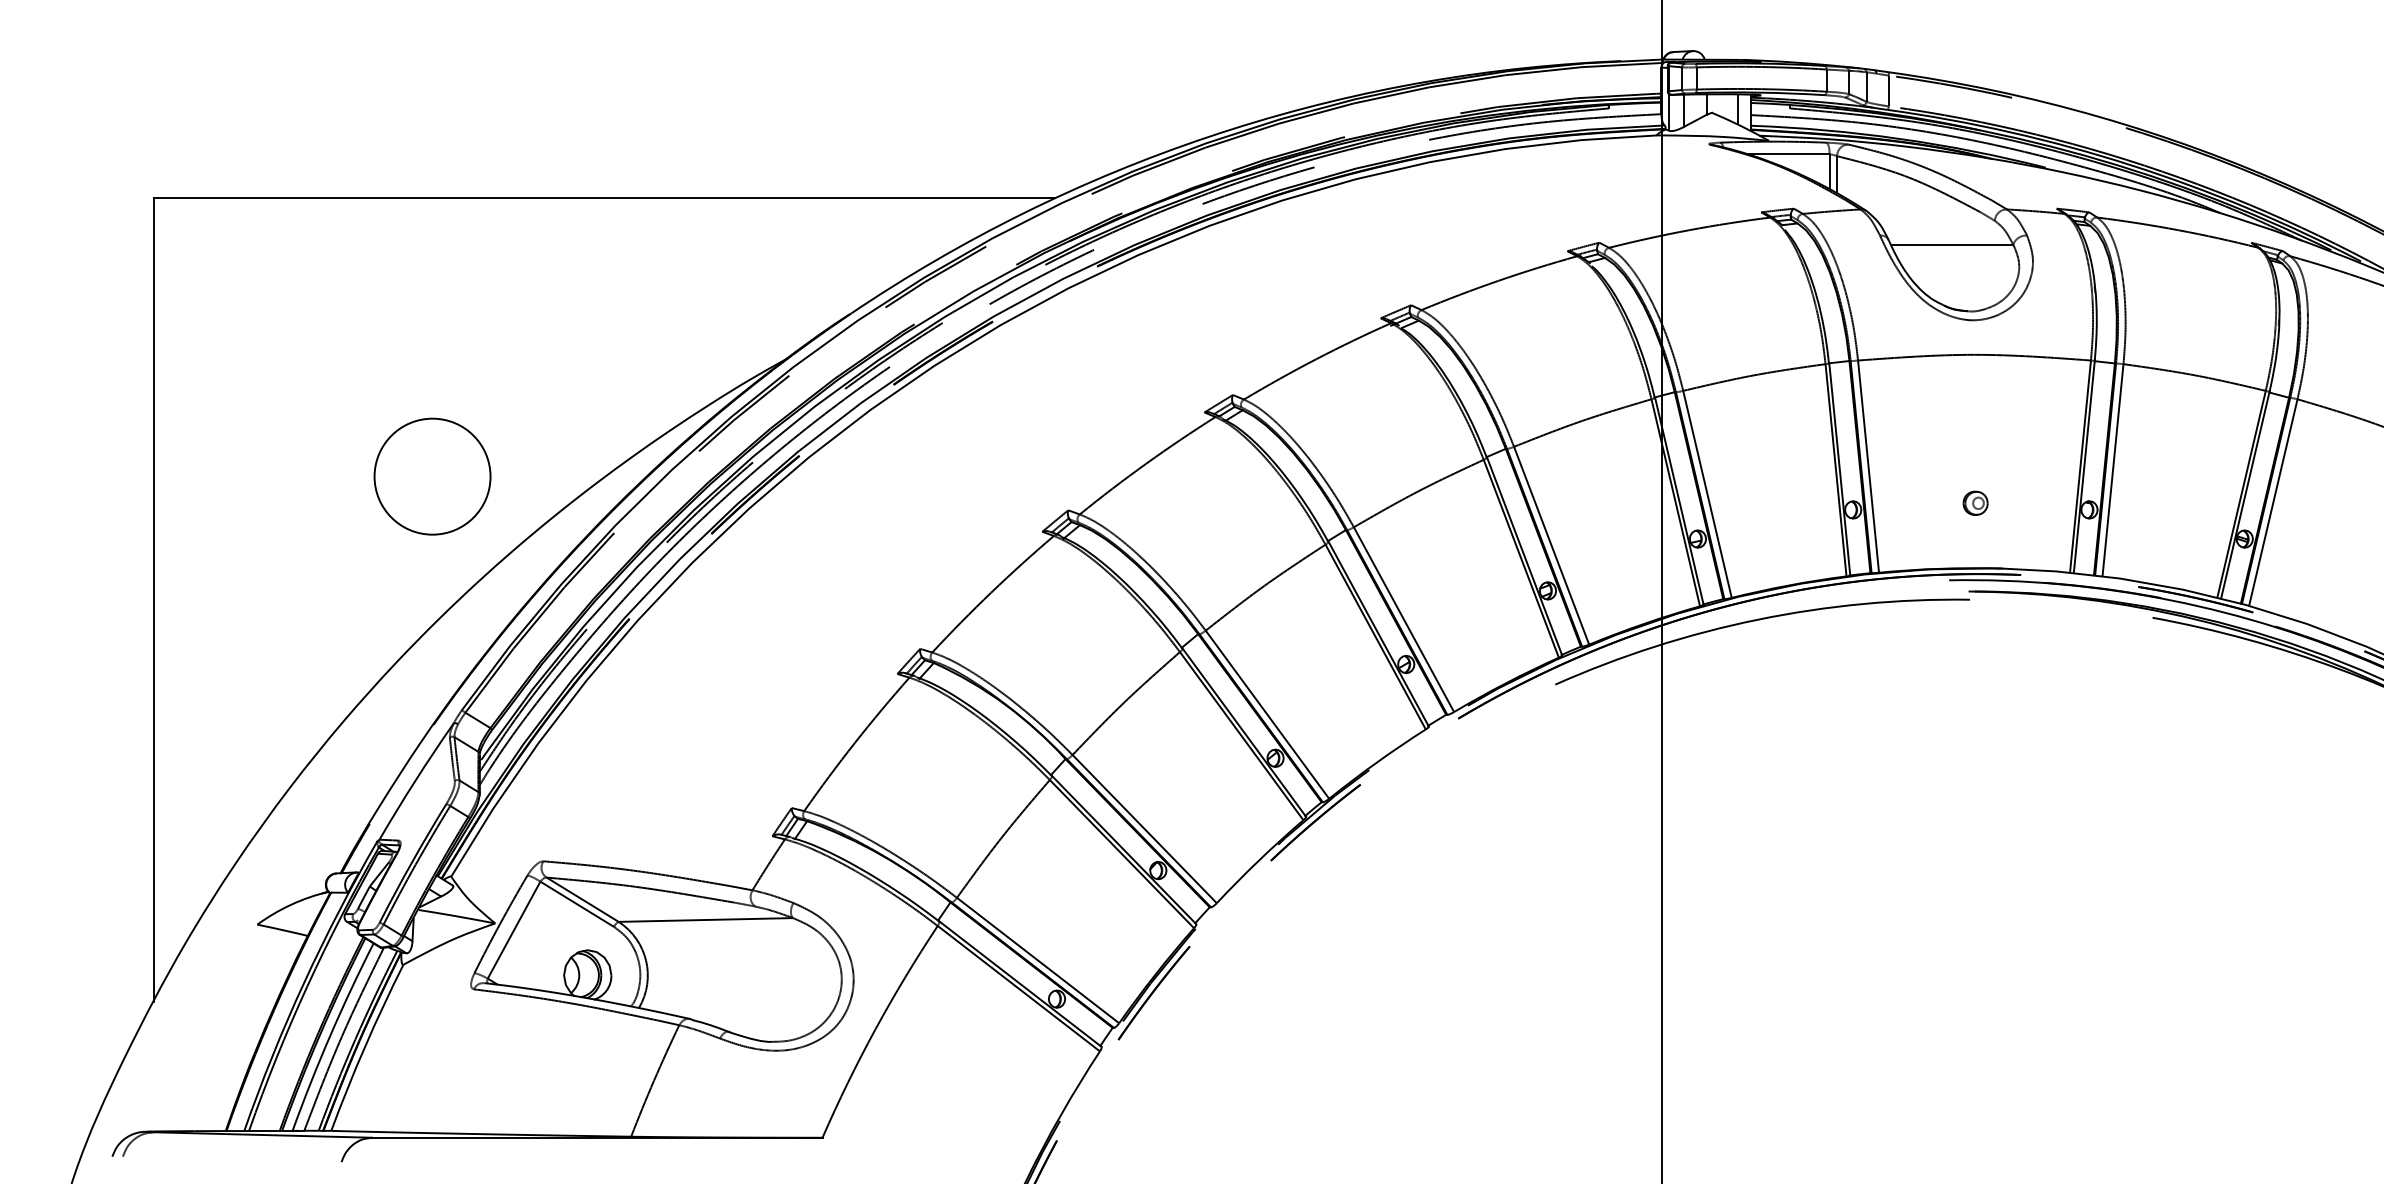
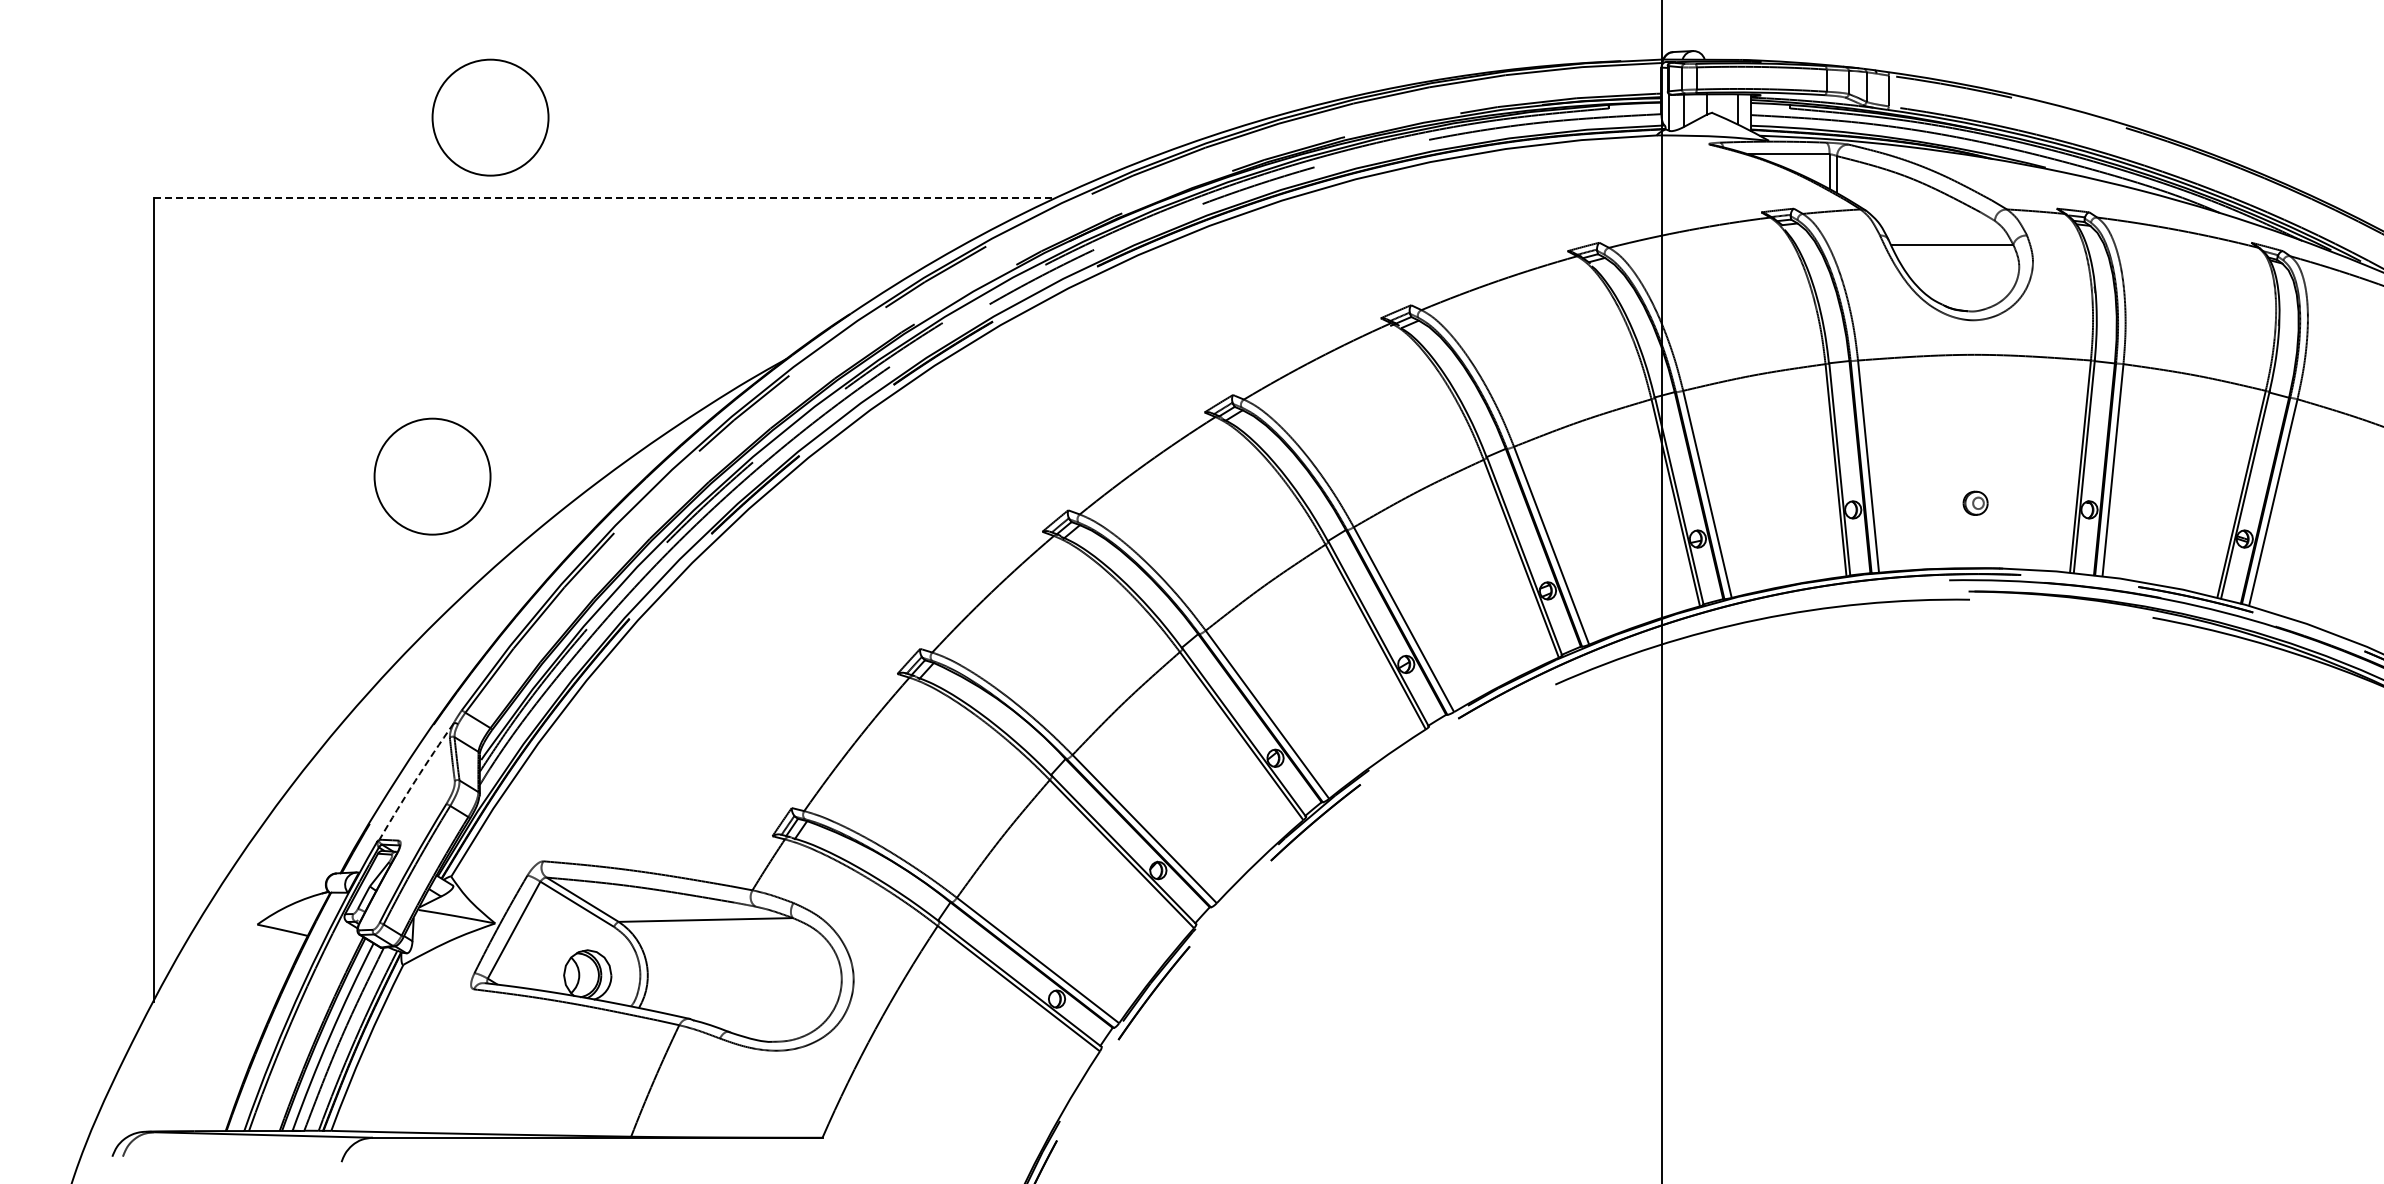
circle at (490, 117): none -> present
line at (604, 198): solid -> dashed
arc at (415, 780): solid -> dashed
